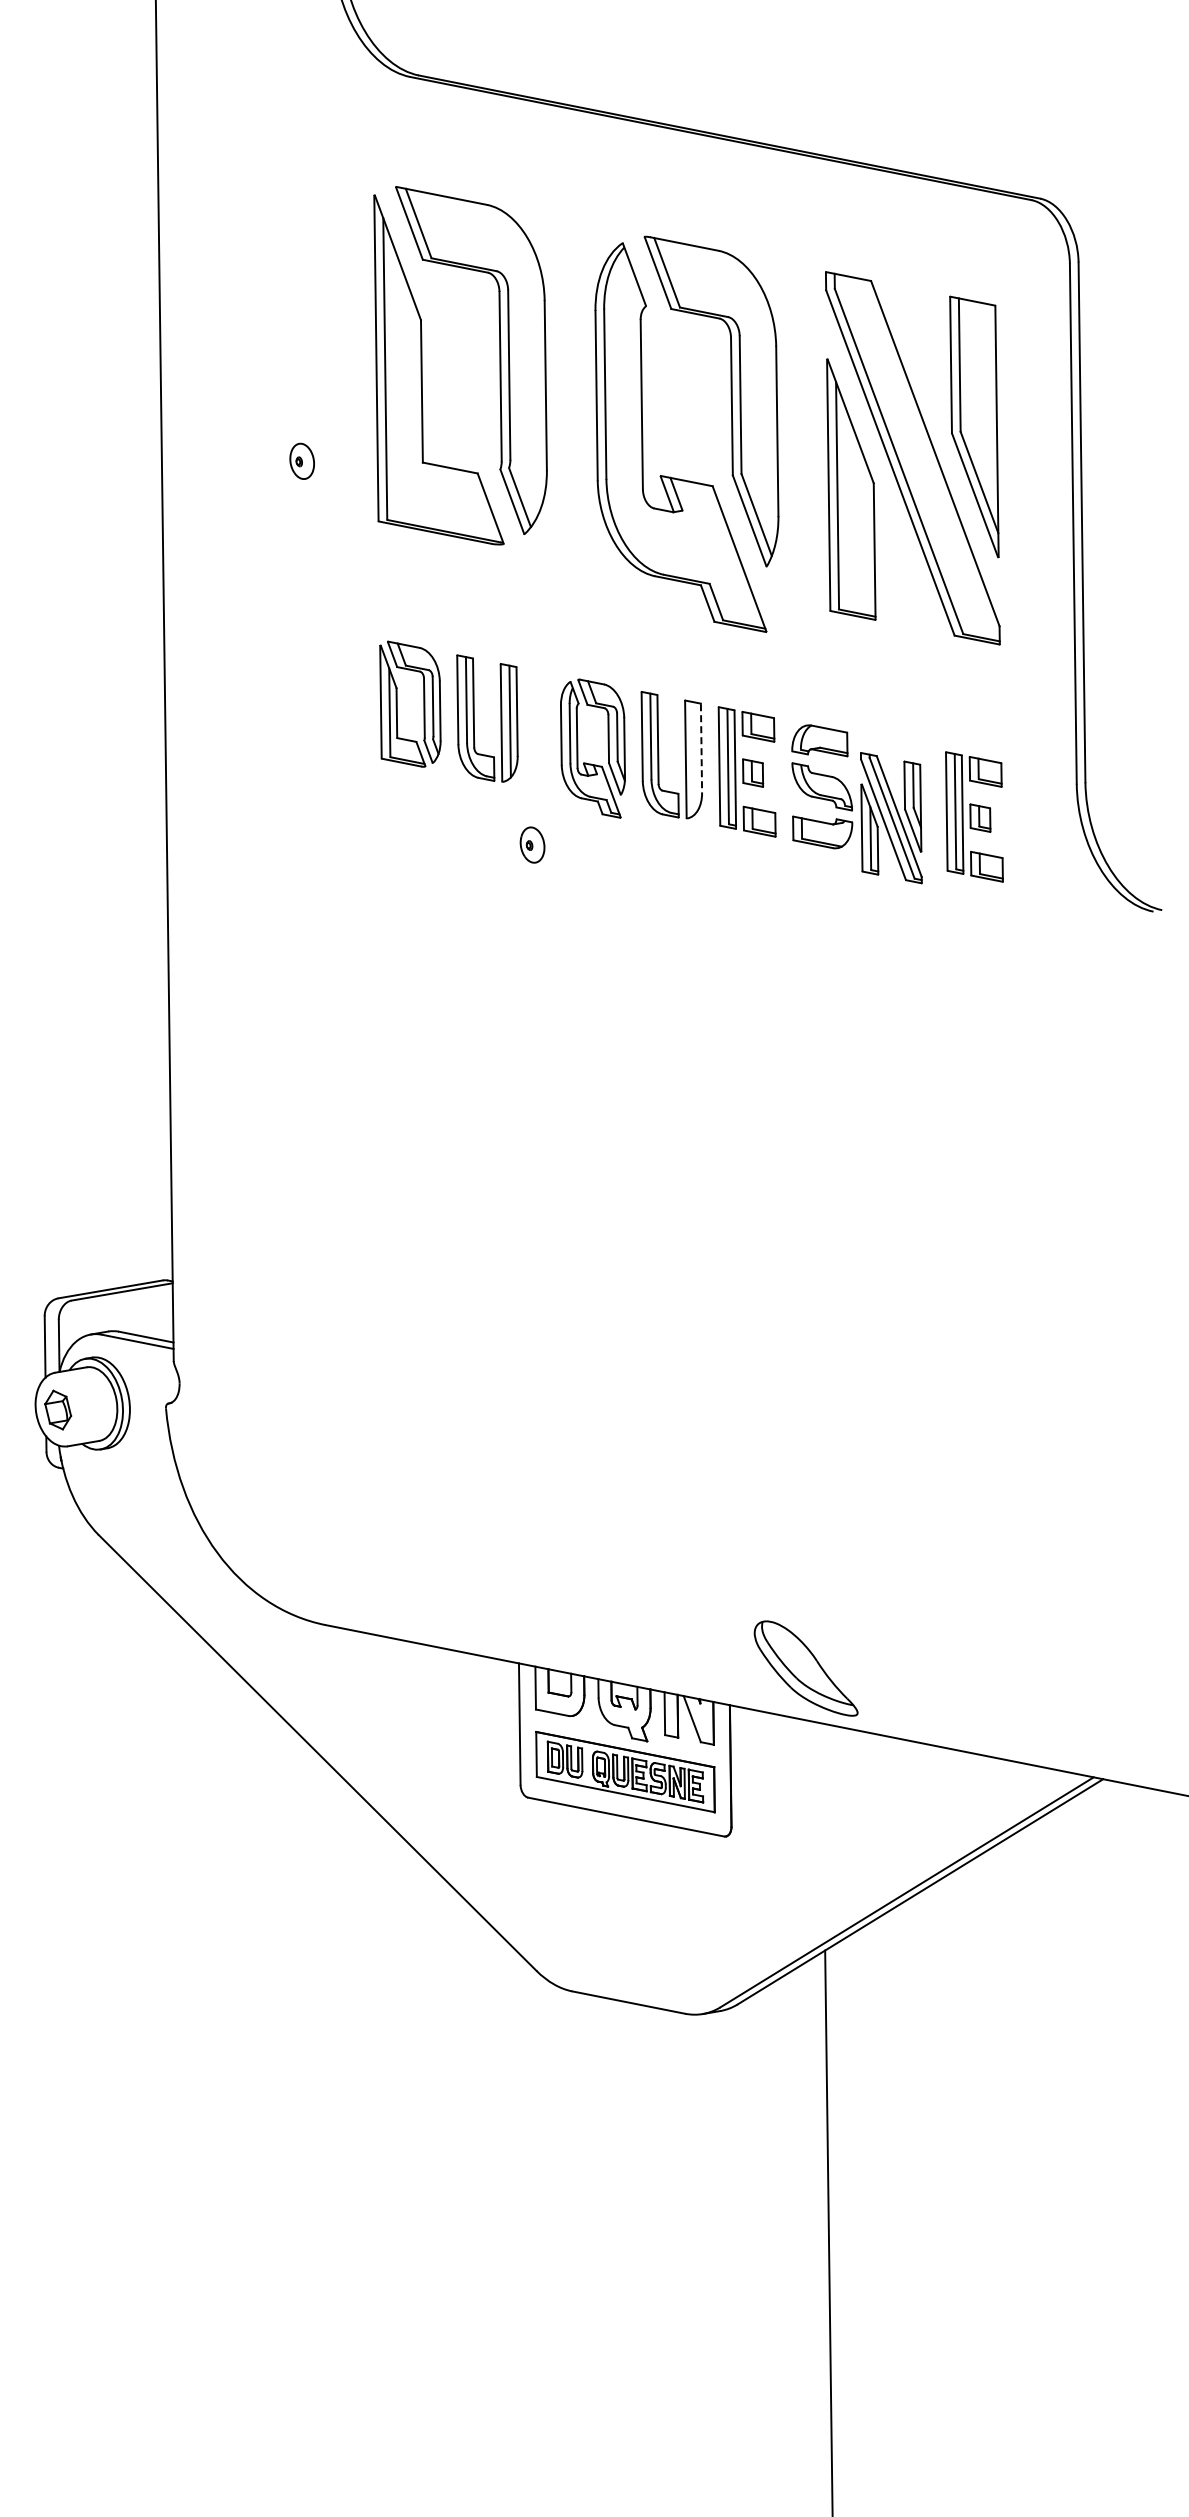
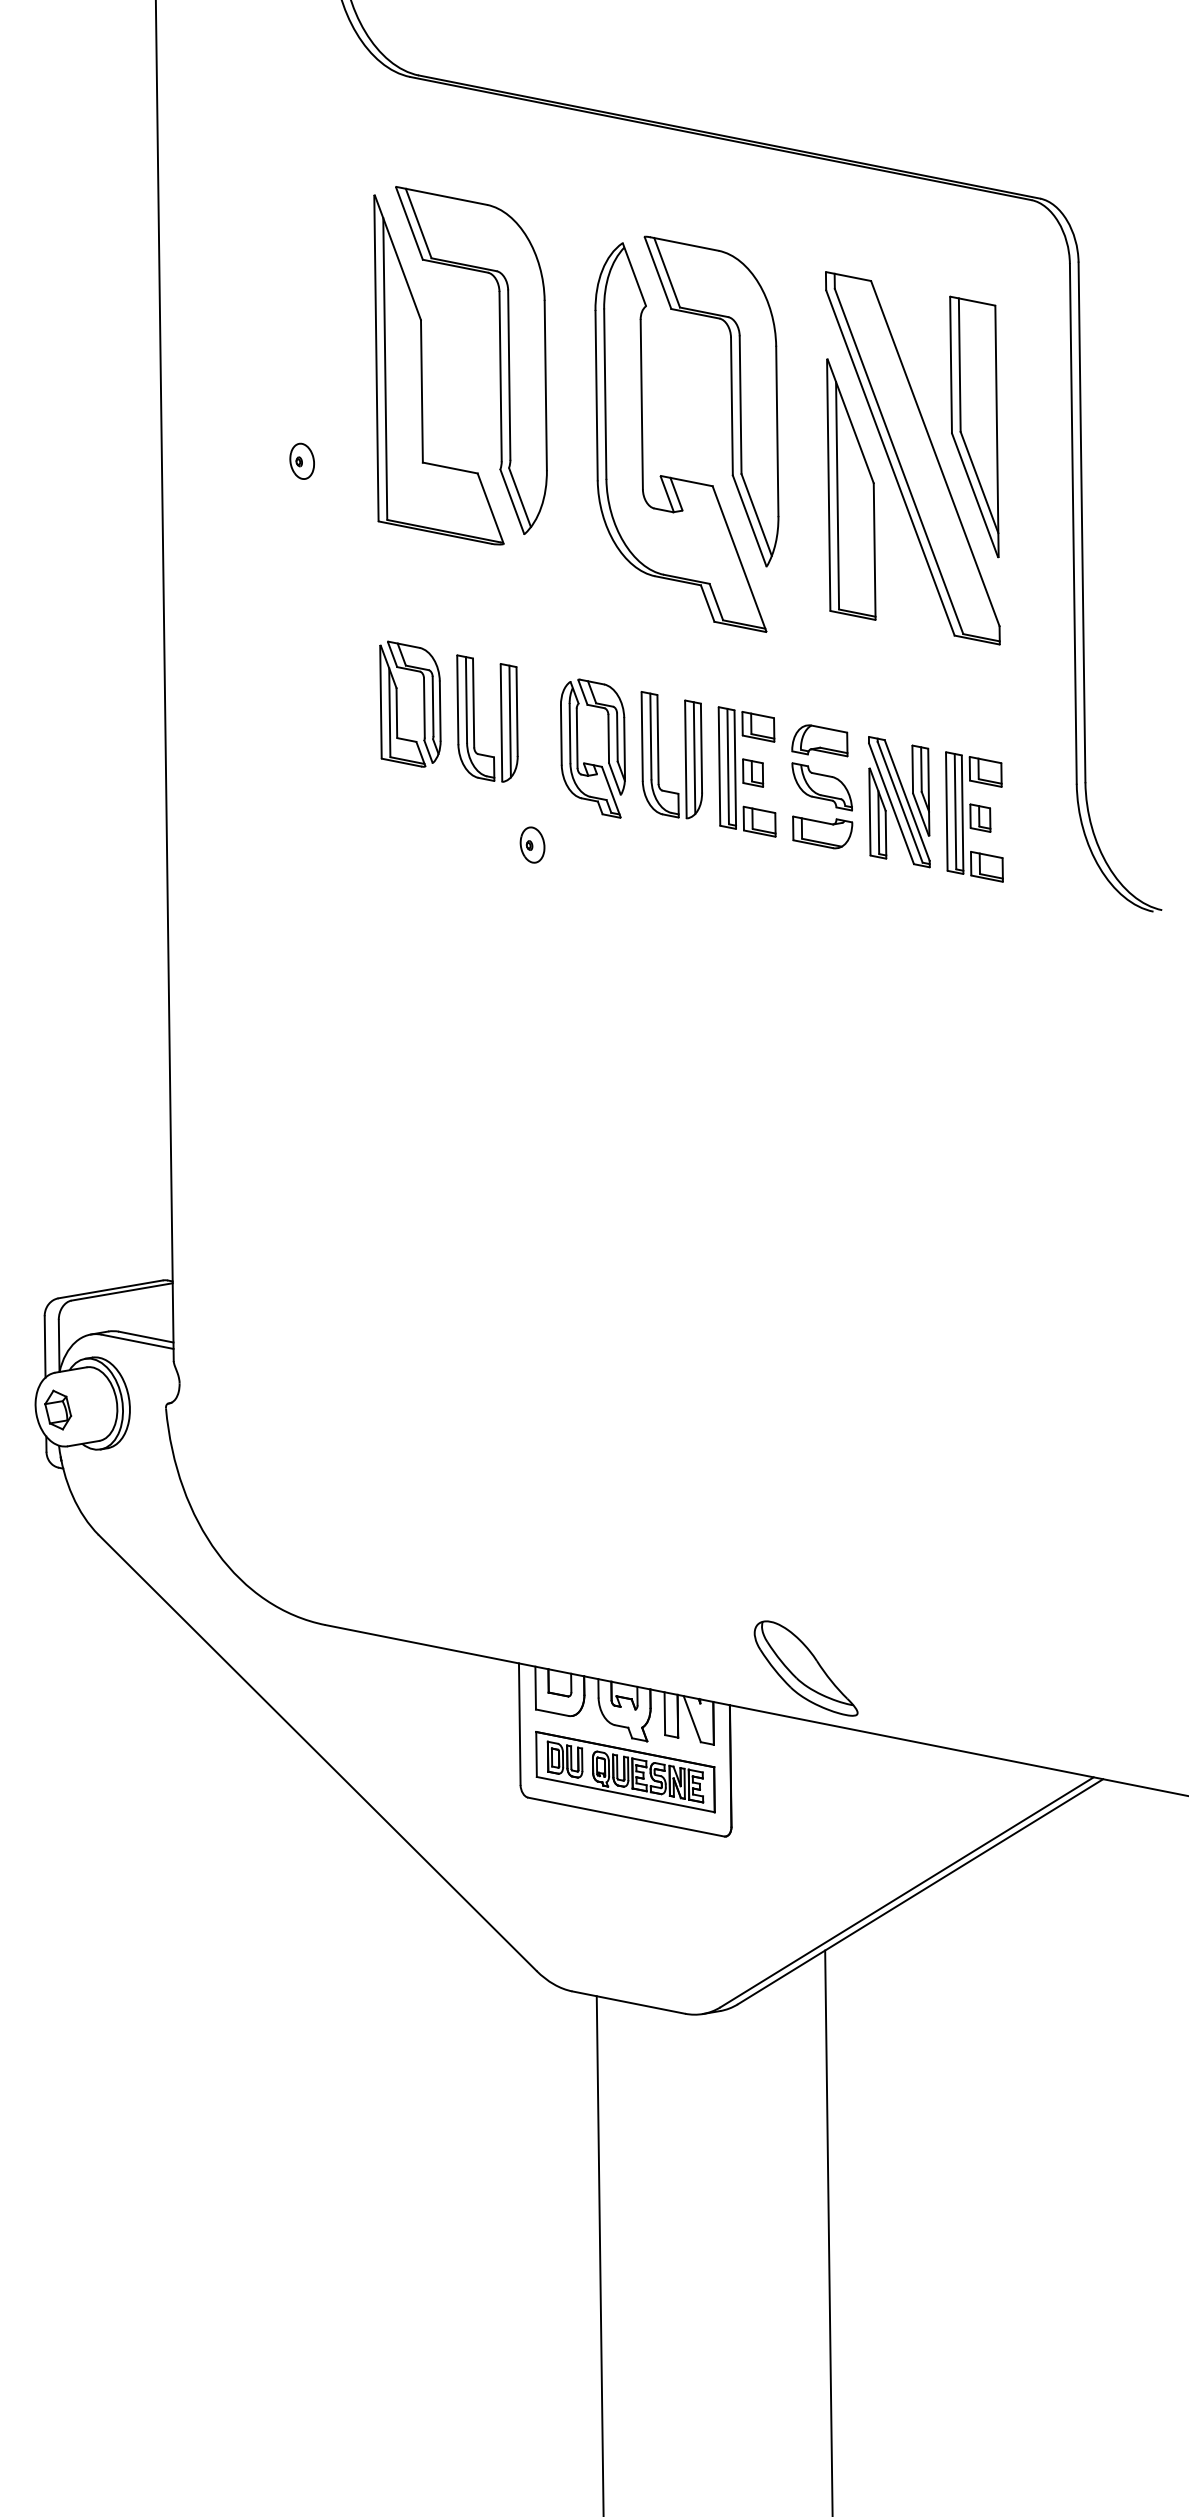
line at (701, 748): dashed -> solid
line at (694, 757): none -> present
part at (891, 818) position: (891, 818) -> (899, 802)
line at (599, 2254): none -> present
